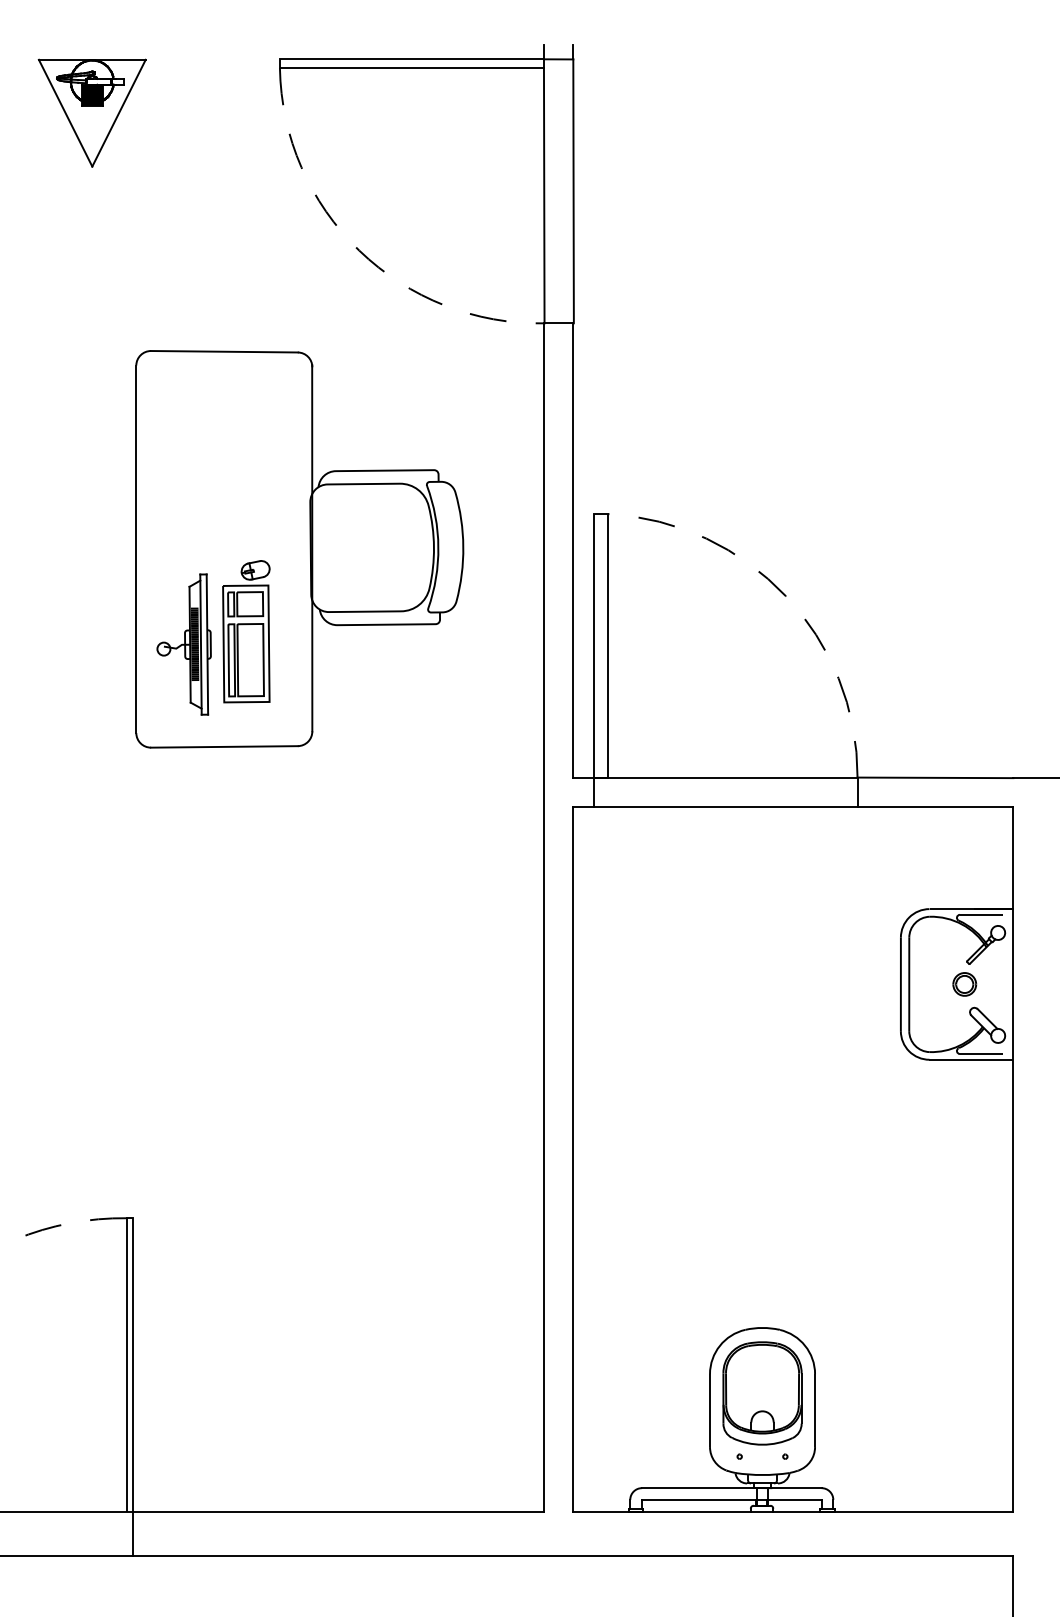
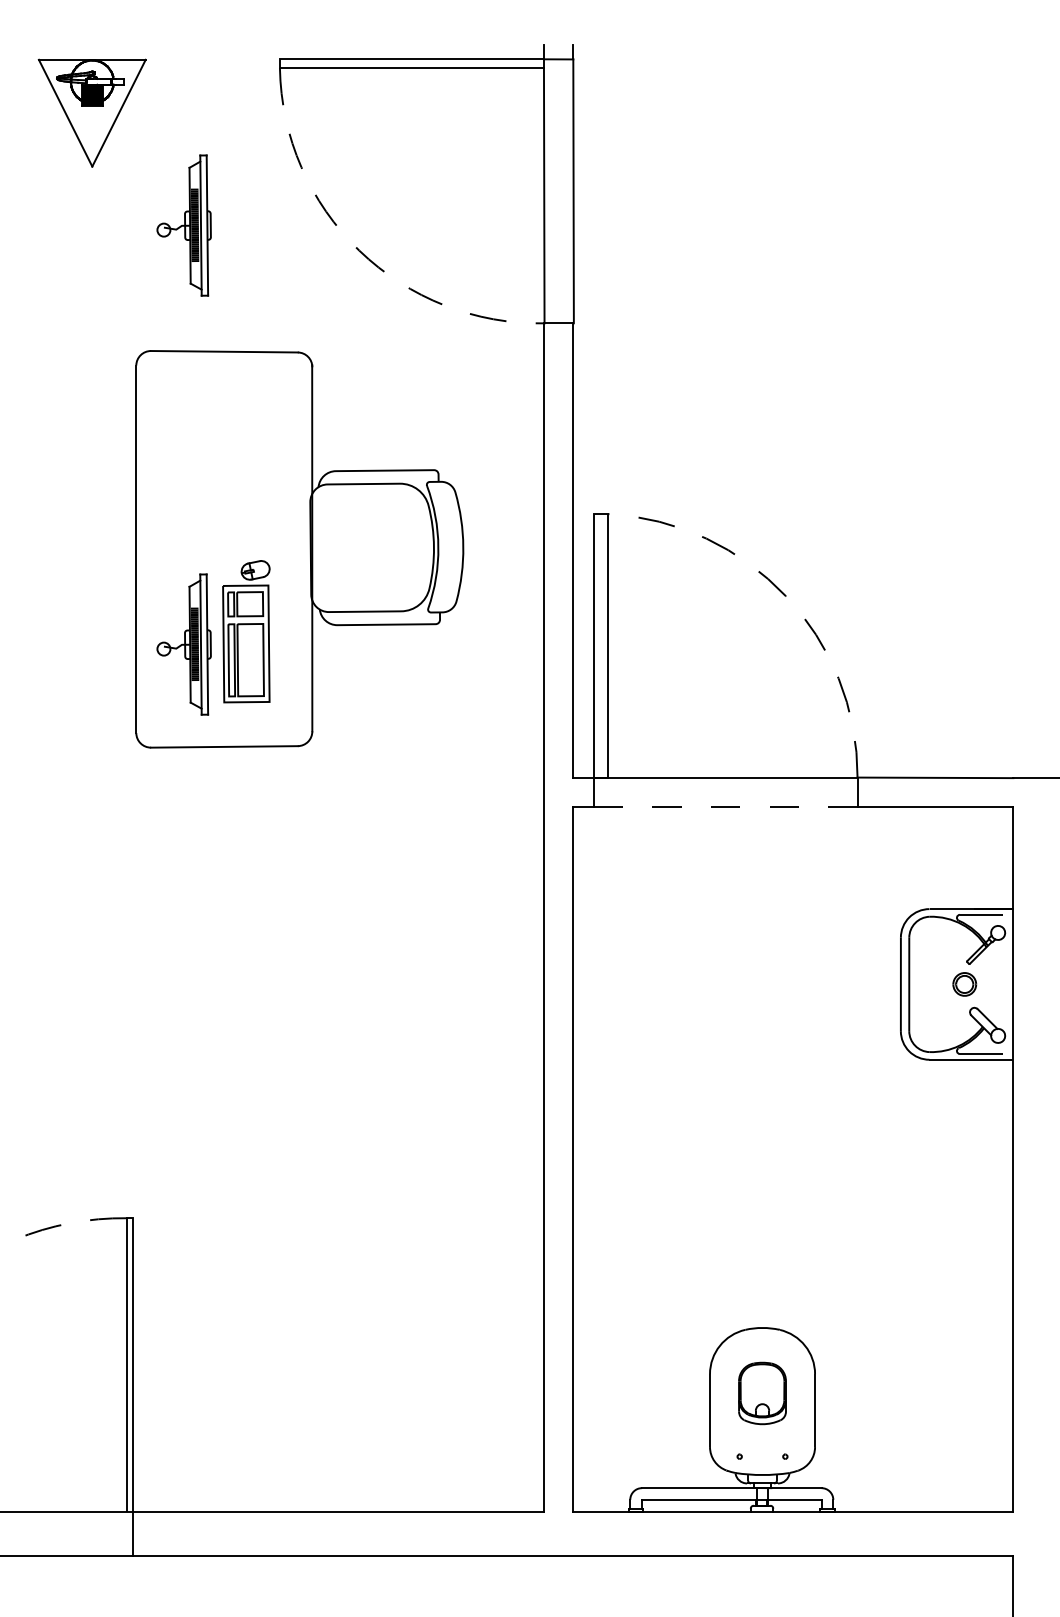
part at (183, 225): none -> present
line at (725, 807): solid -> dashed
part at (762, 1393) size: 81x105 px -> 49x65 px
